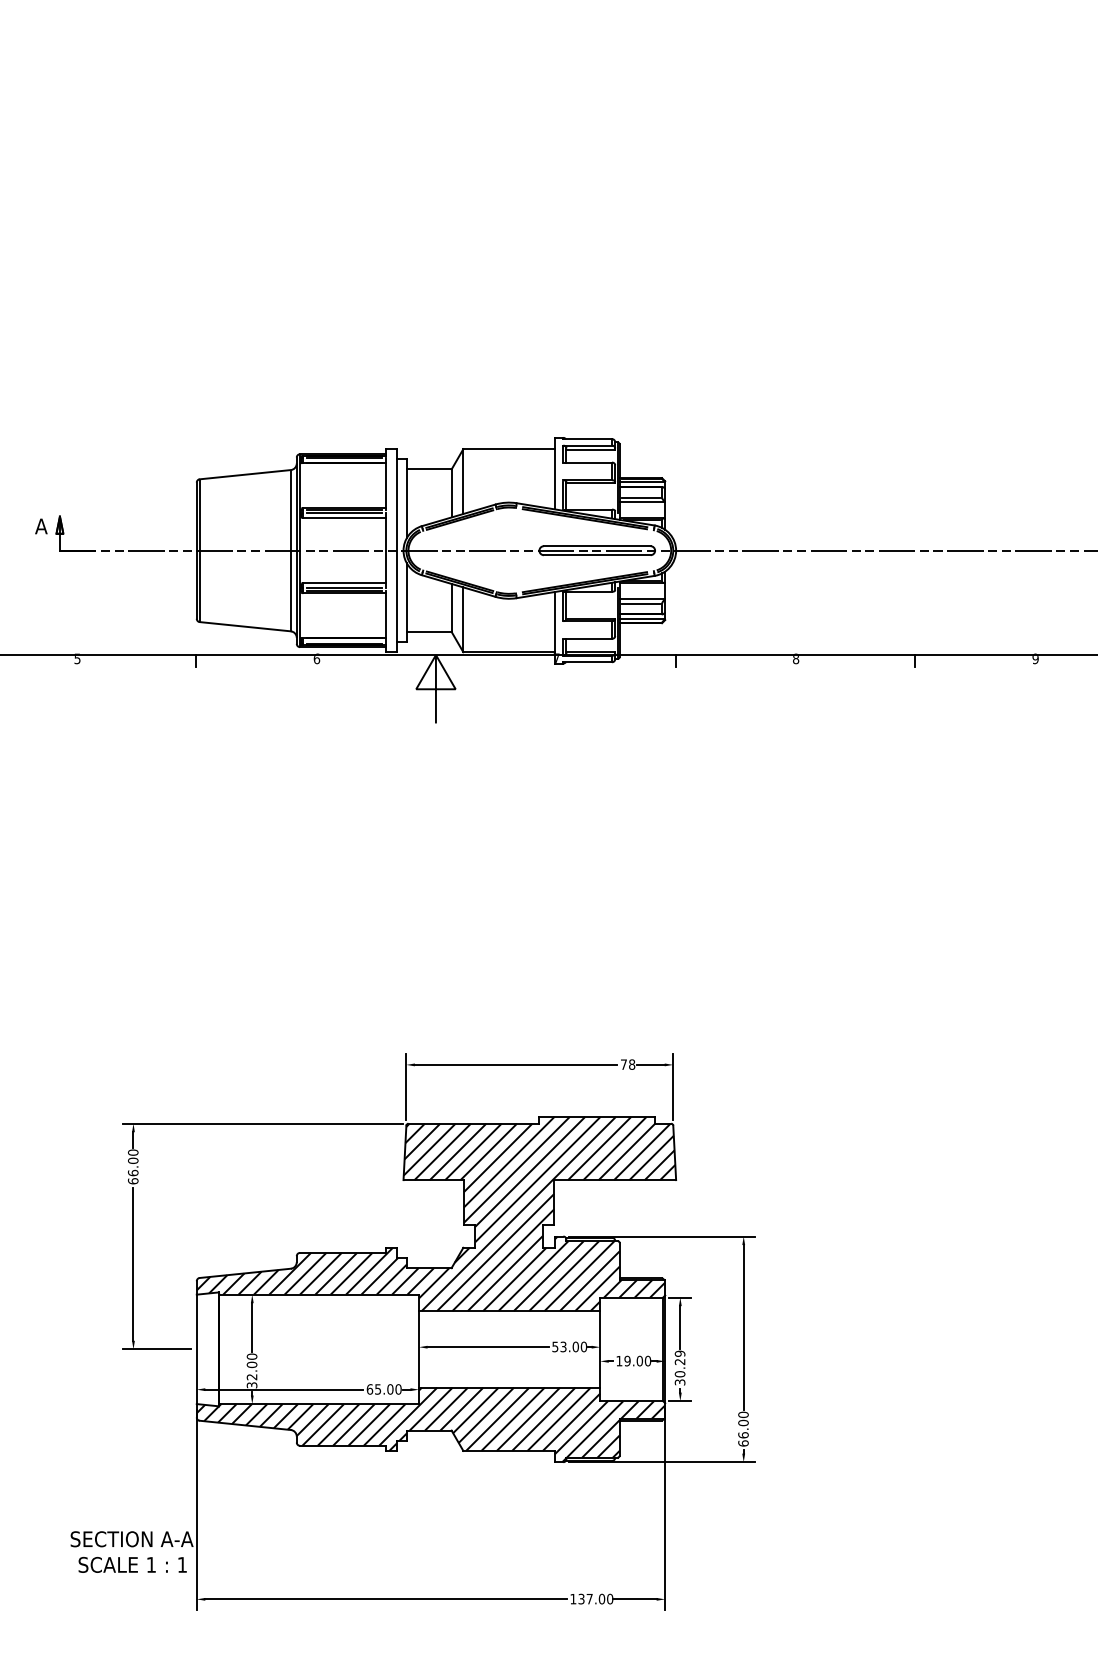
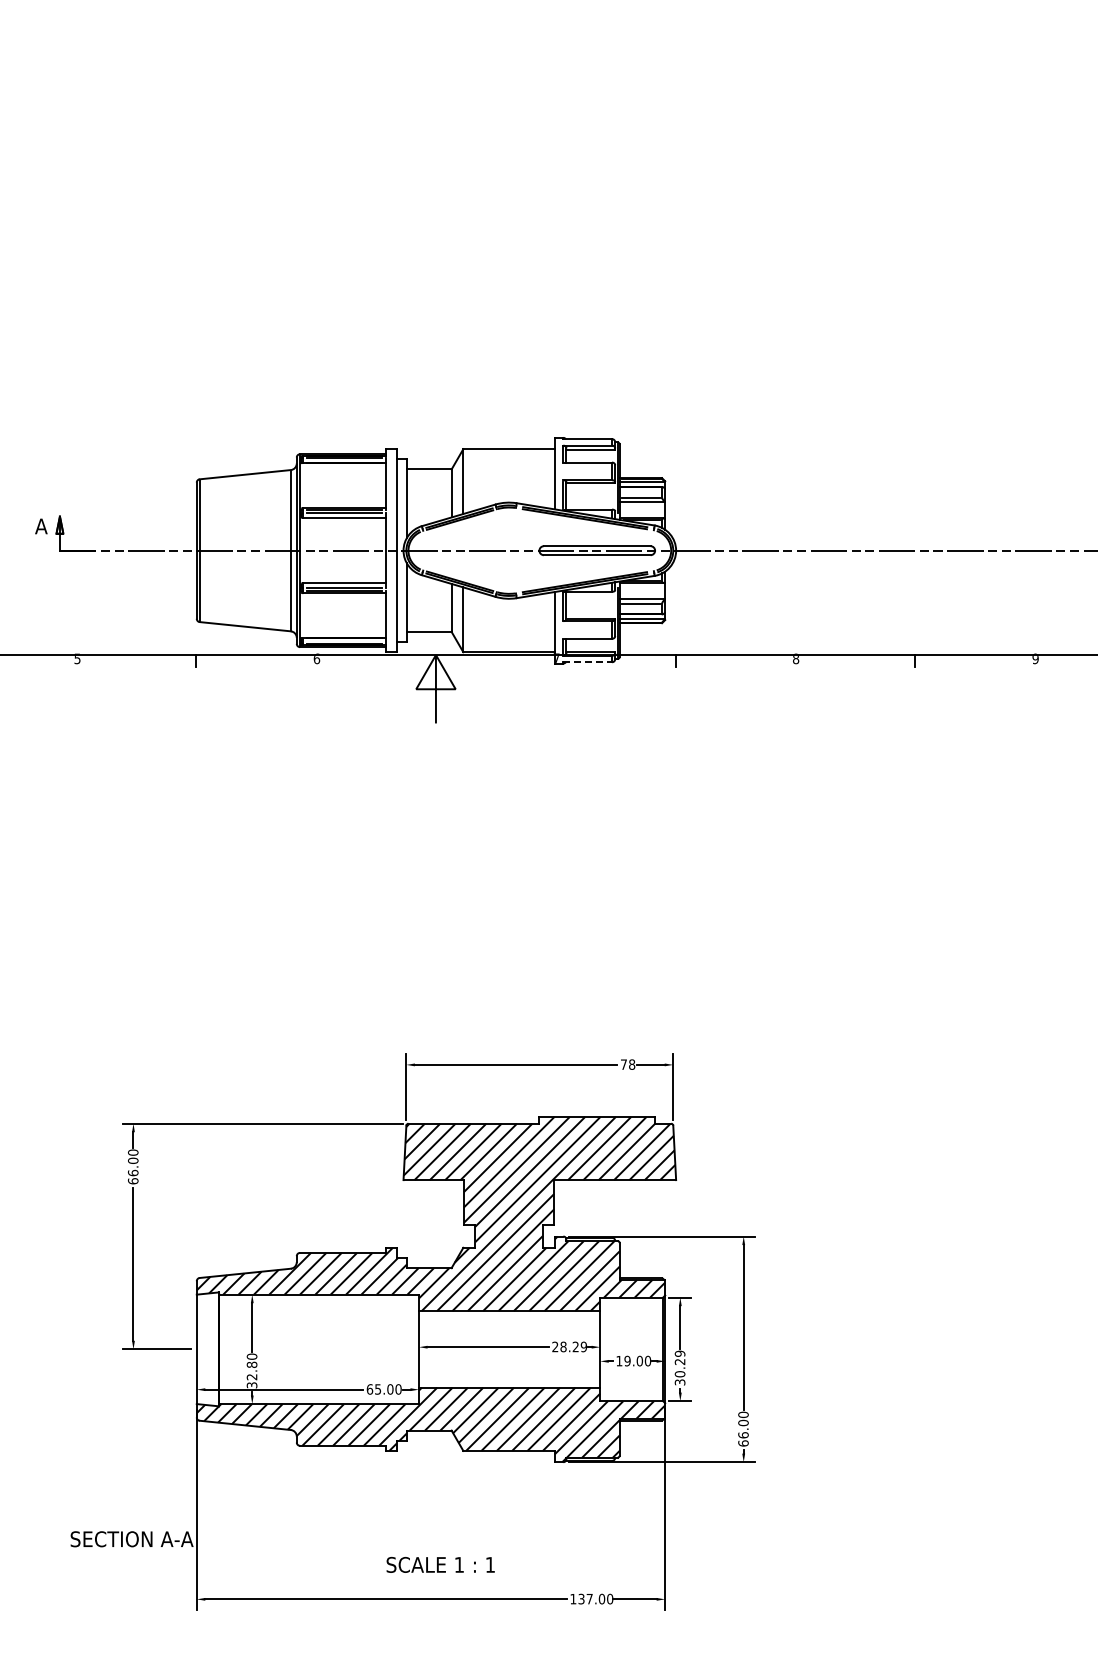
line at (588, 662): solid -> dashed
text at (569, 1346): 53.00 -> 28.29
text at (252, 1364): 32.00 -> 32.80
text at (132, 1564) position: (132, 1564) -> (440, 1564)
